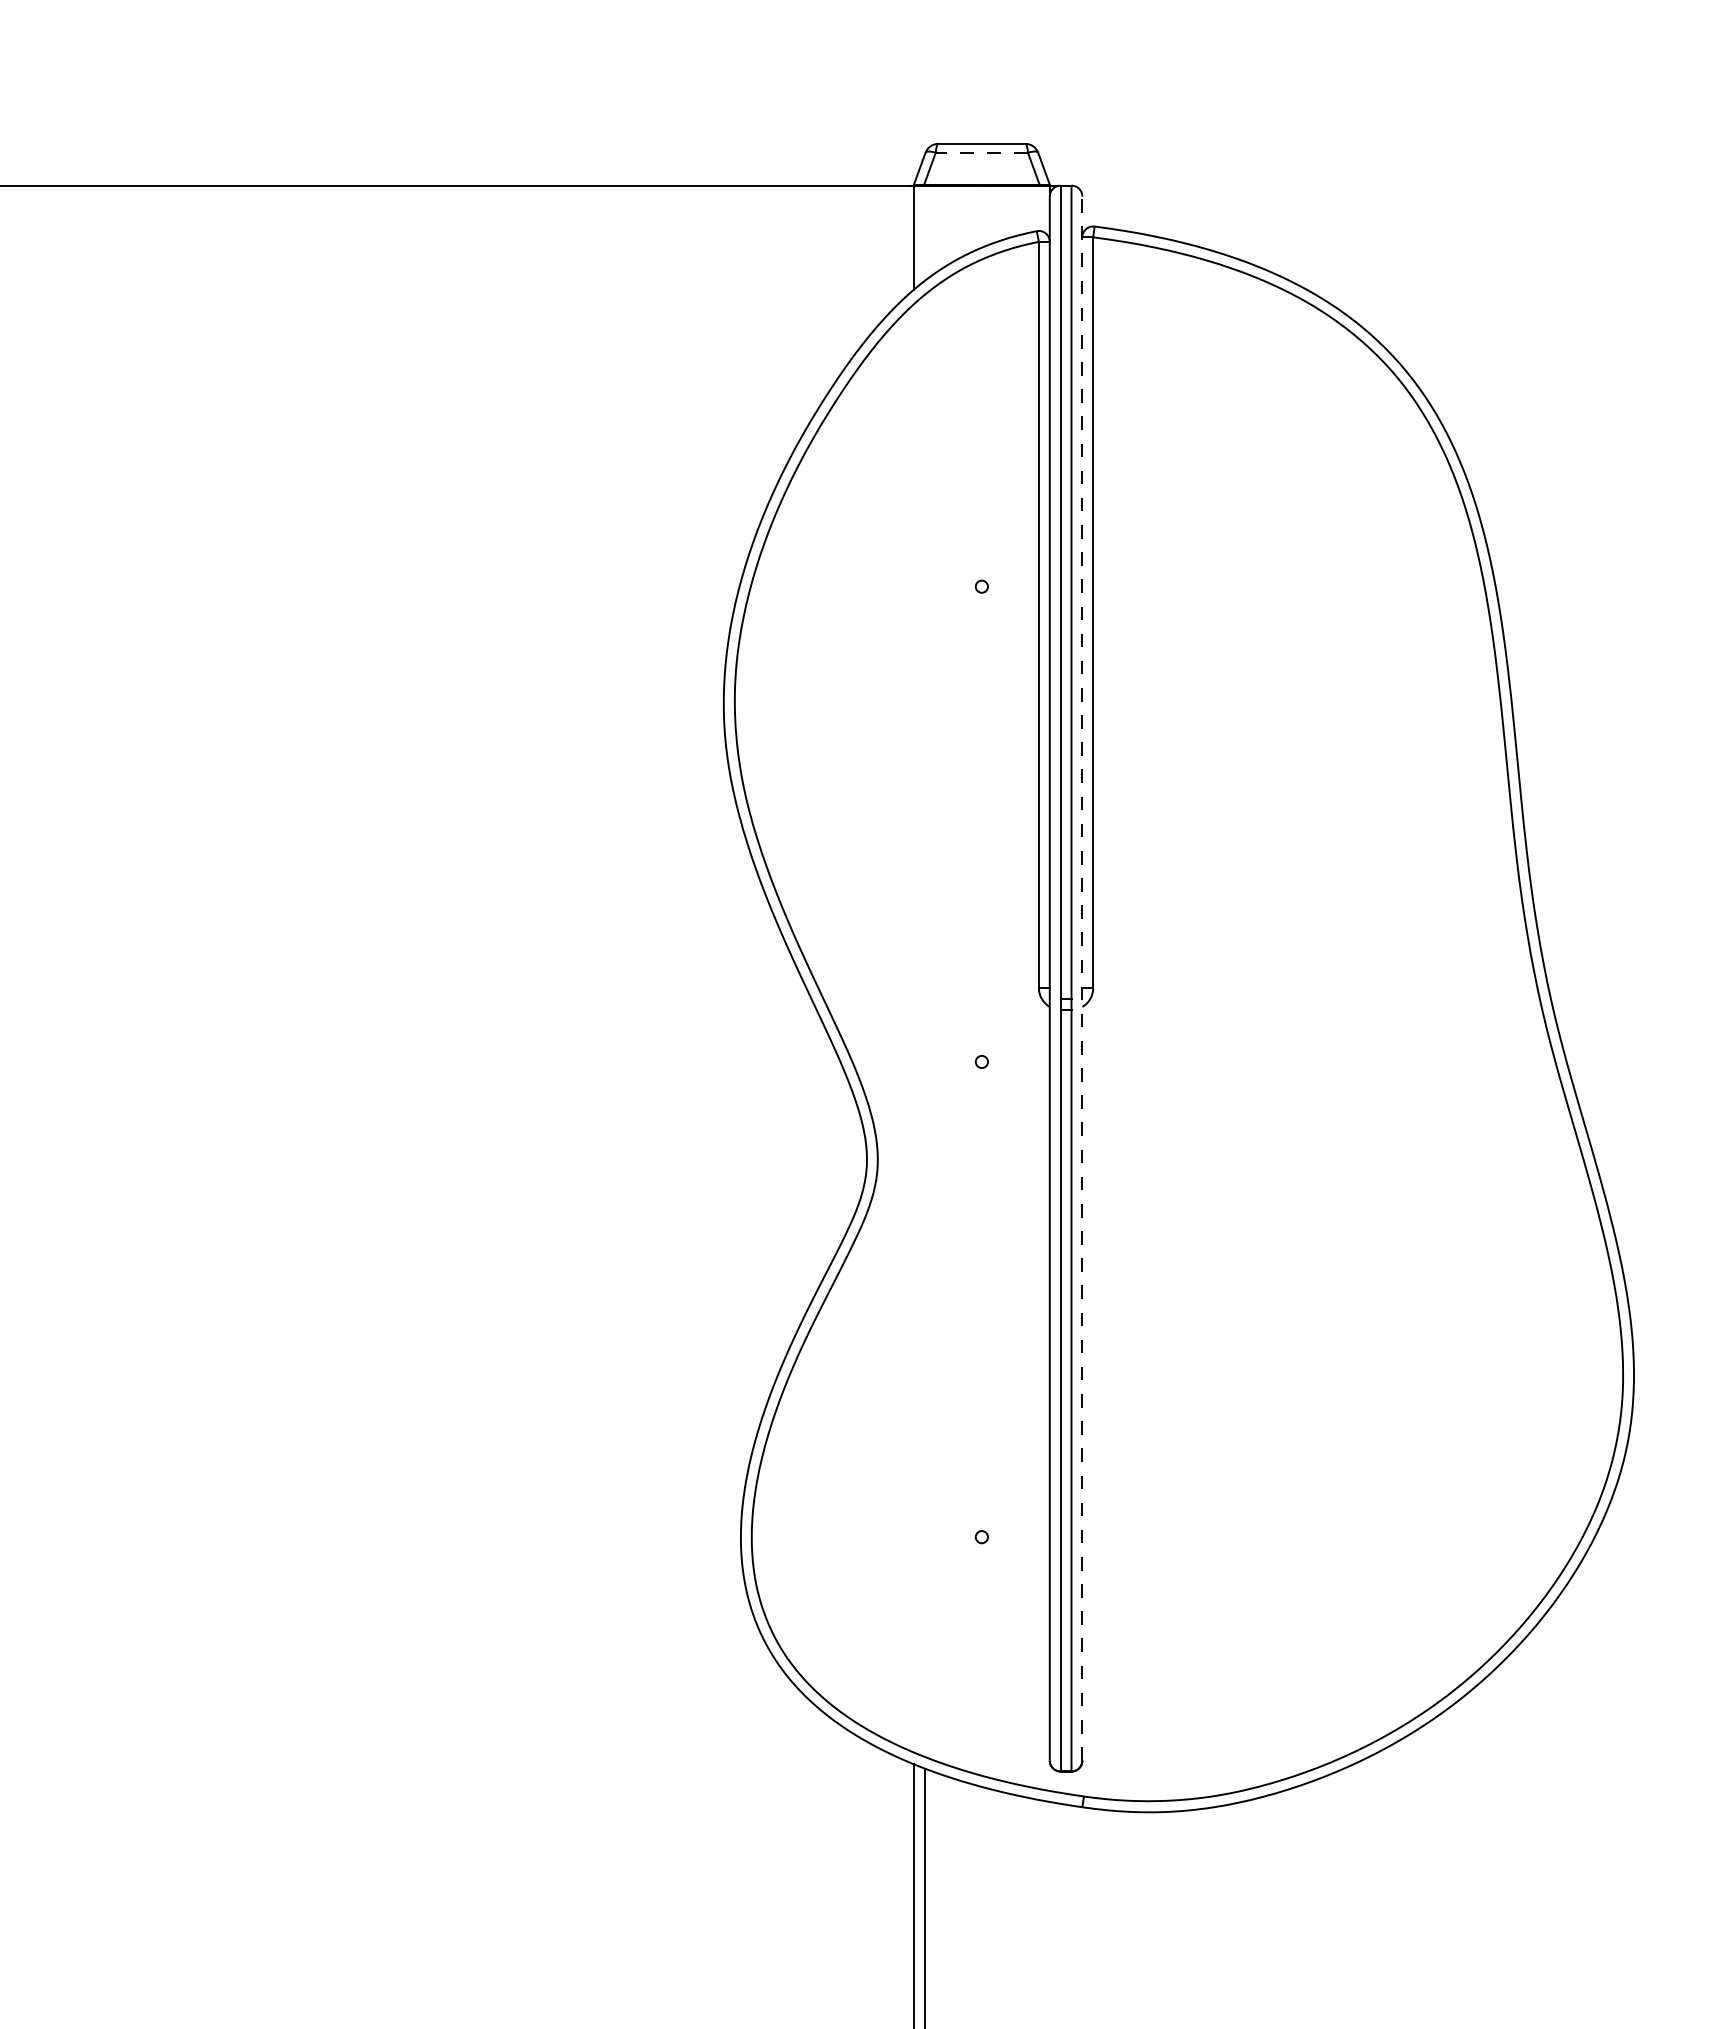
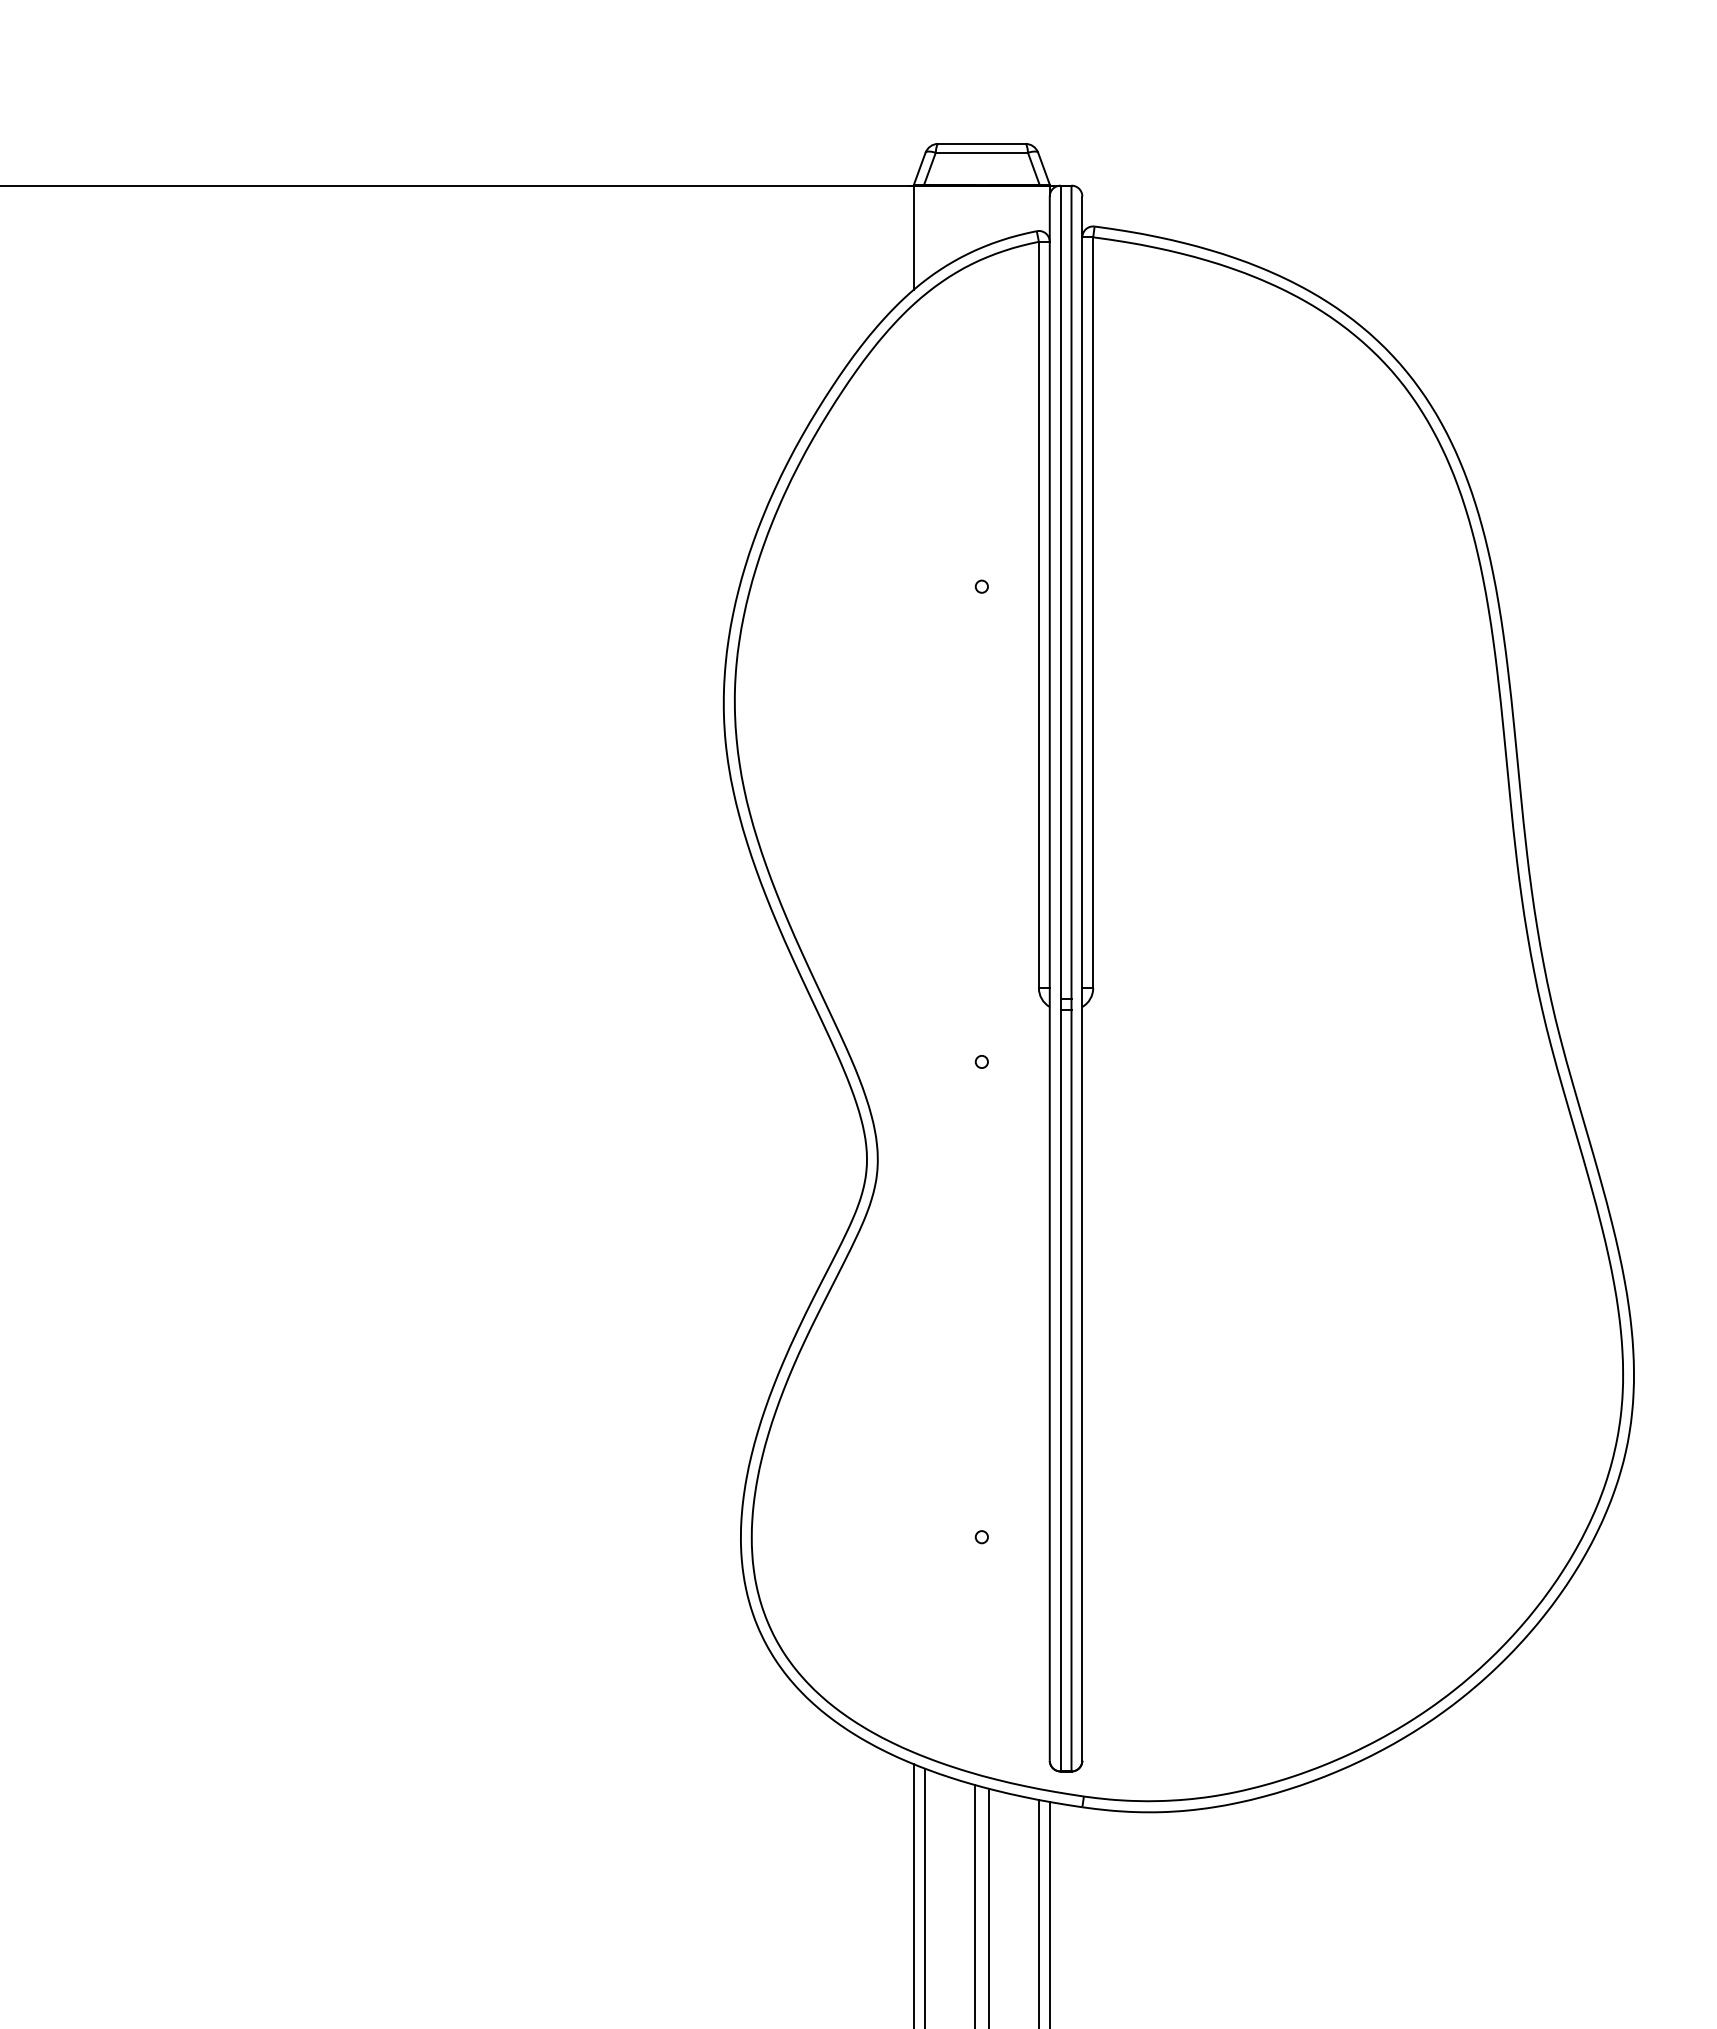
line at (981, 152): dashed -> solid
line at (1082, 978): dashed -> solid
line at (975, 1905): none -> present
line at (988, 1906): none -> present
line at (1038, 1912): none -> present
line at (1049, 1913): none -> present
